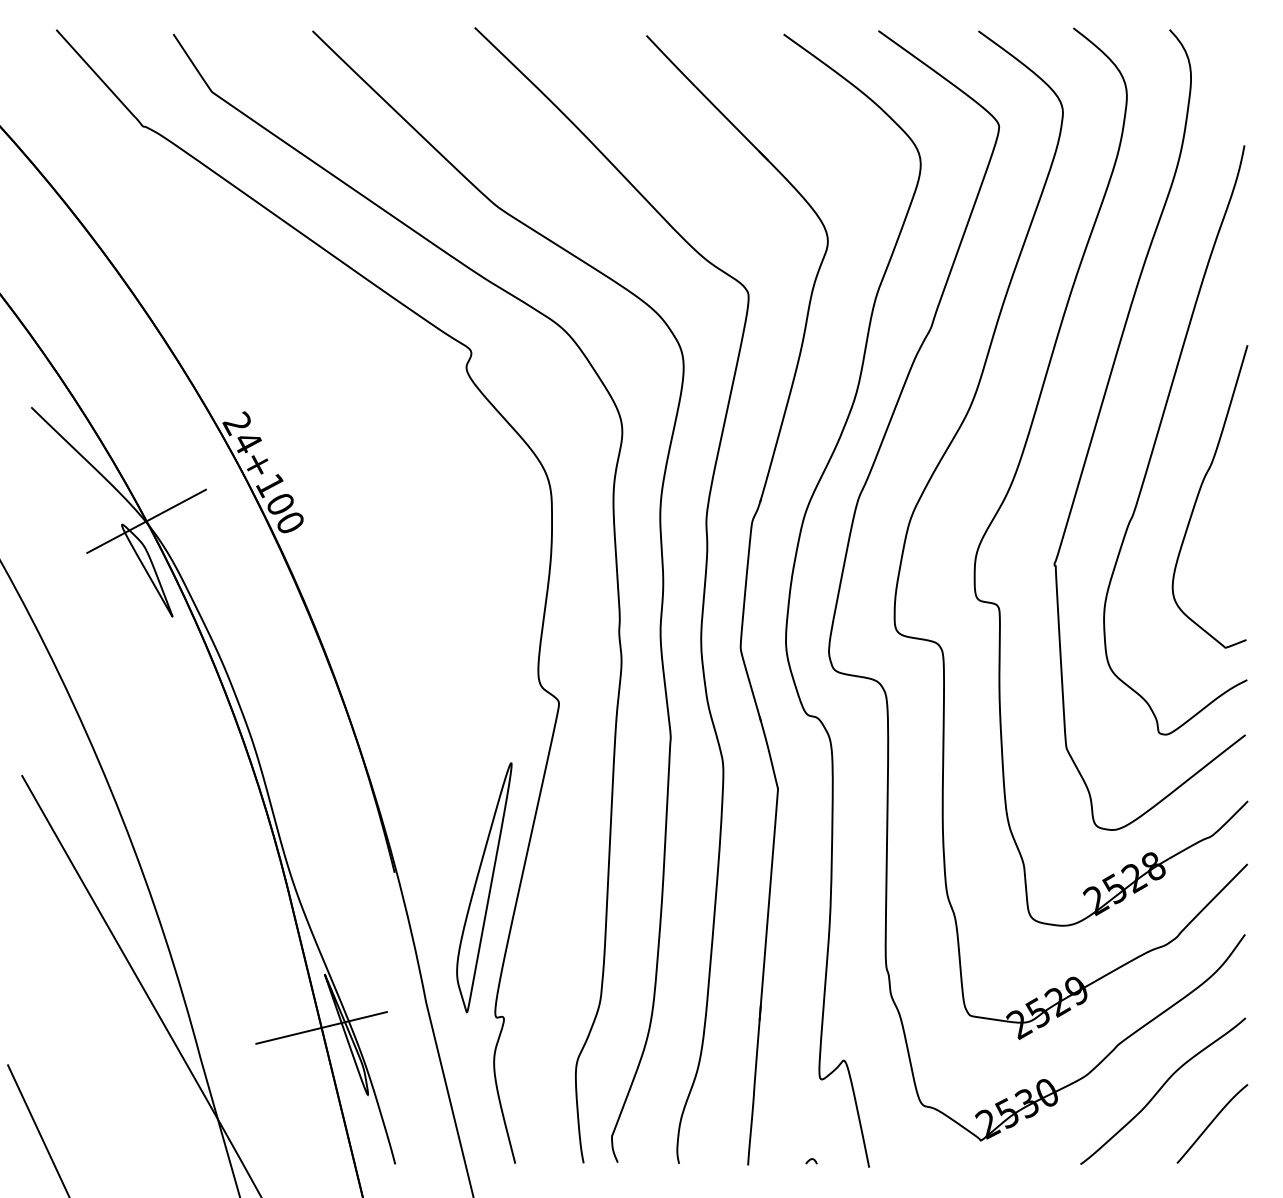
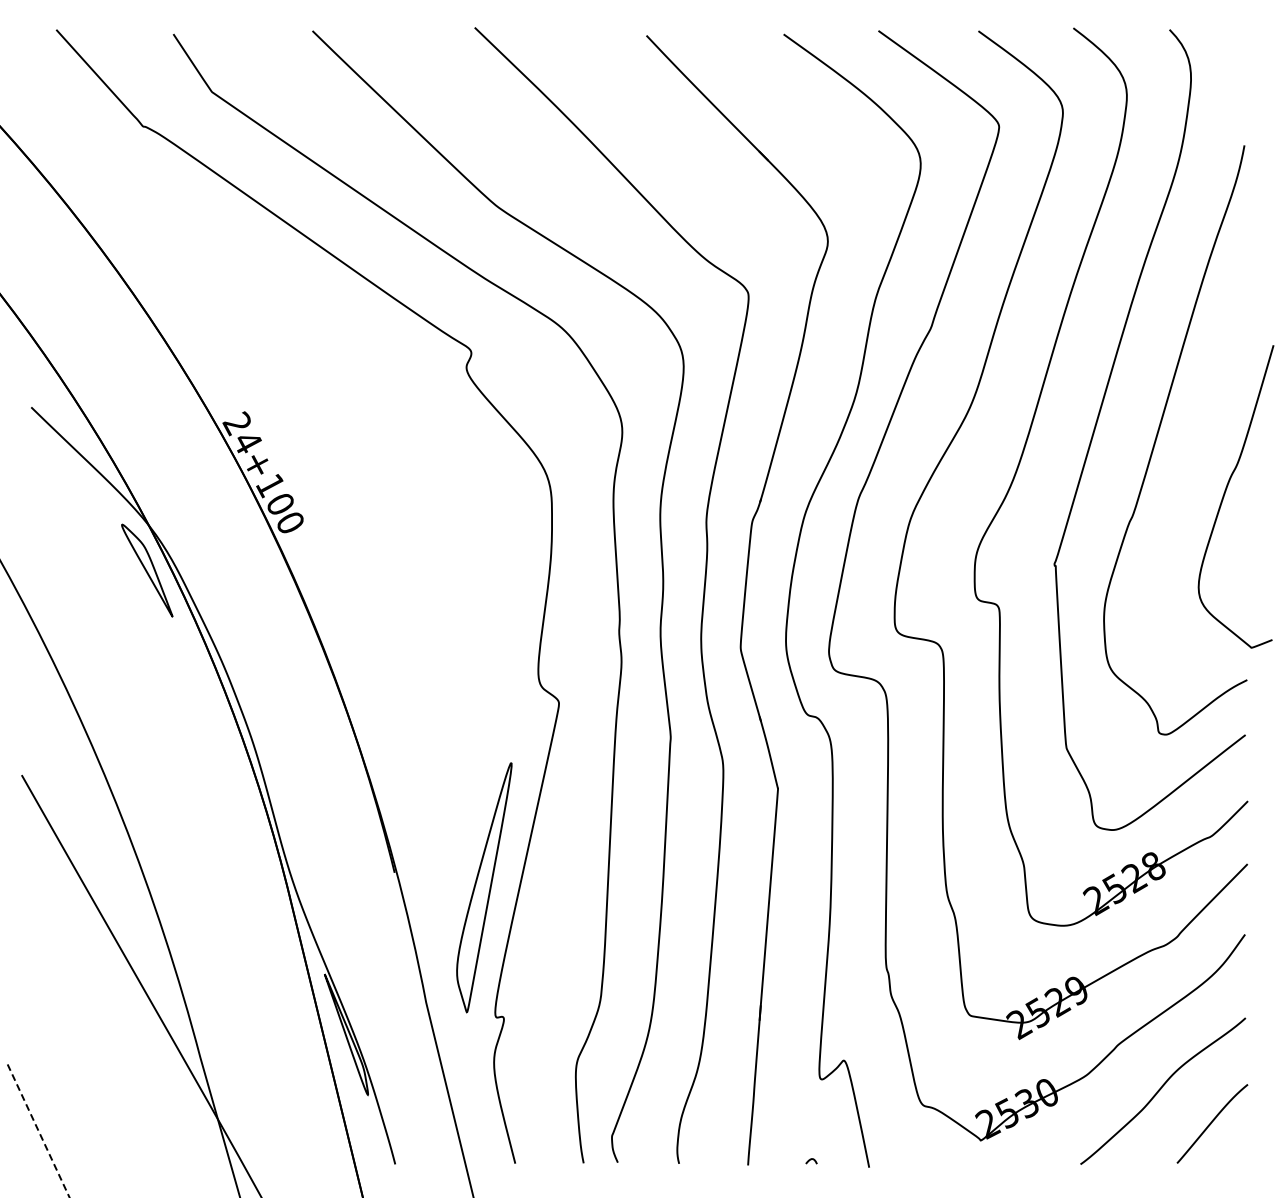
curve at (1199, 494) position: (1199, 494) -> (1225, 494)
line at (146, 520): present -> none
line at (321, 1027): present -> none
line at (39, 1132): solid -> dashed
